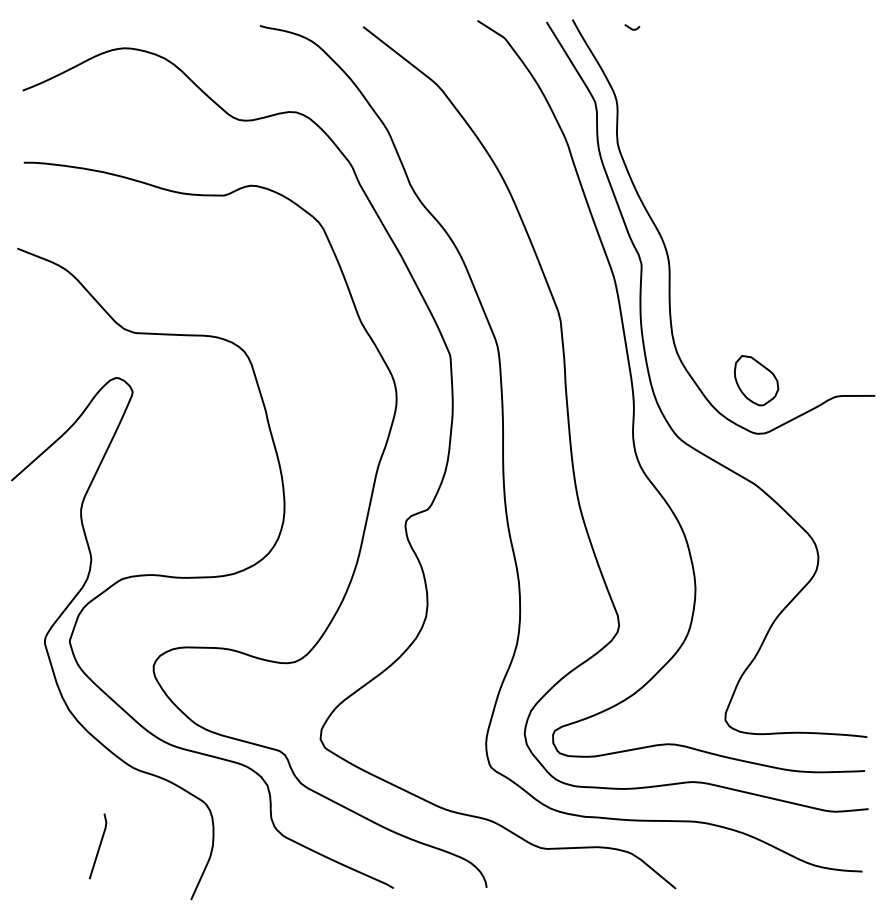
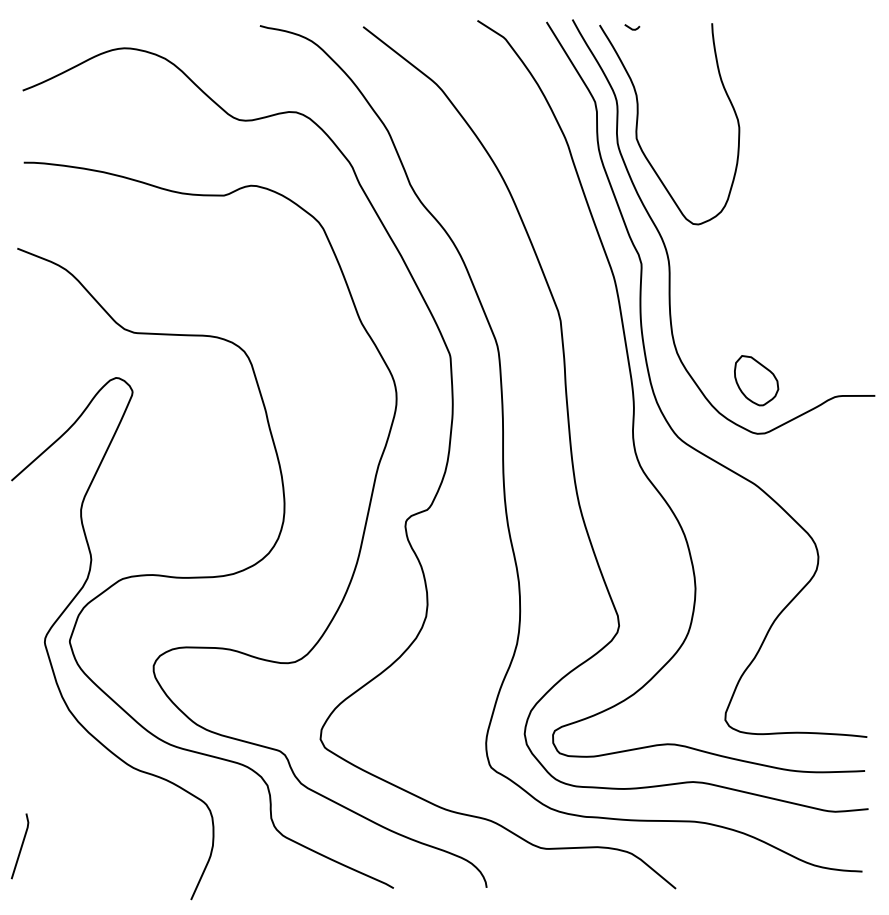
curve at (638, 120): none -> present
line at (98, 846) position: (98, 846) -> (20, 846)
